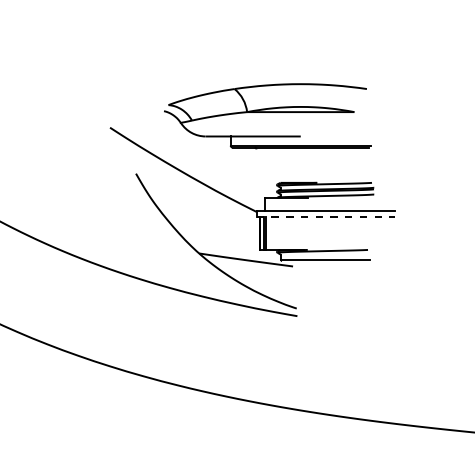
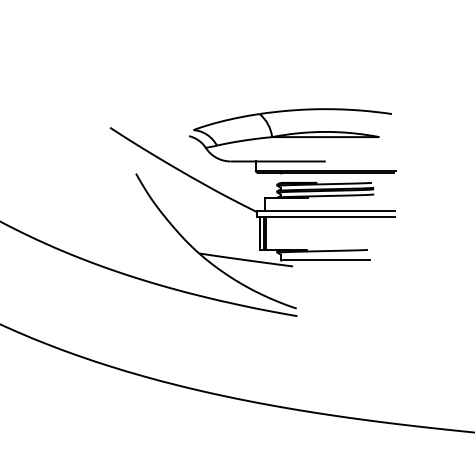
part at (267, 116) position: (267, 116) -> (292, 141)
line at (326, 216): dashed -> solid
